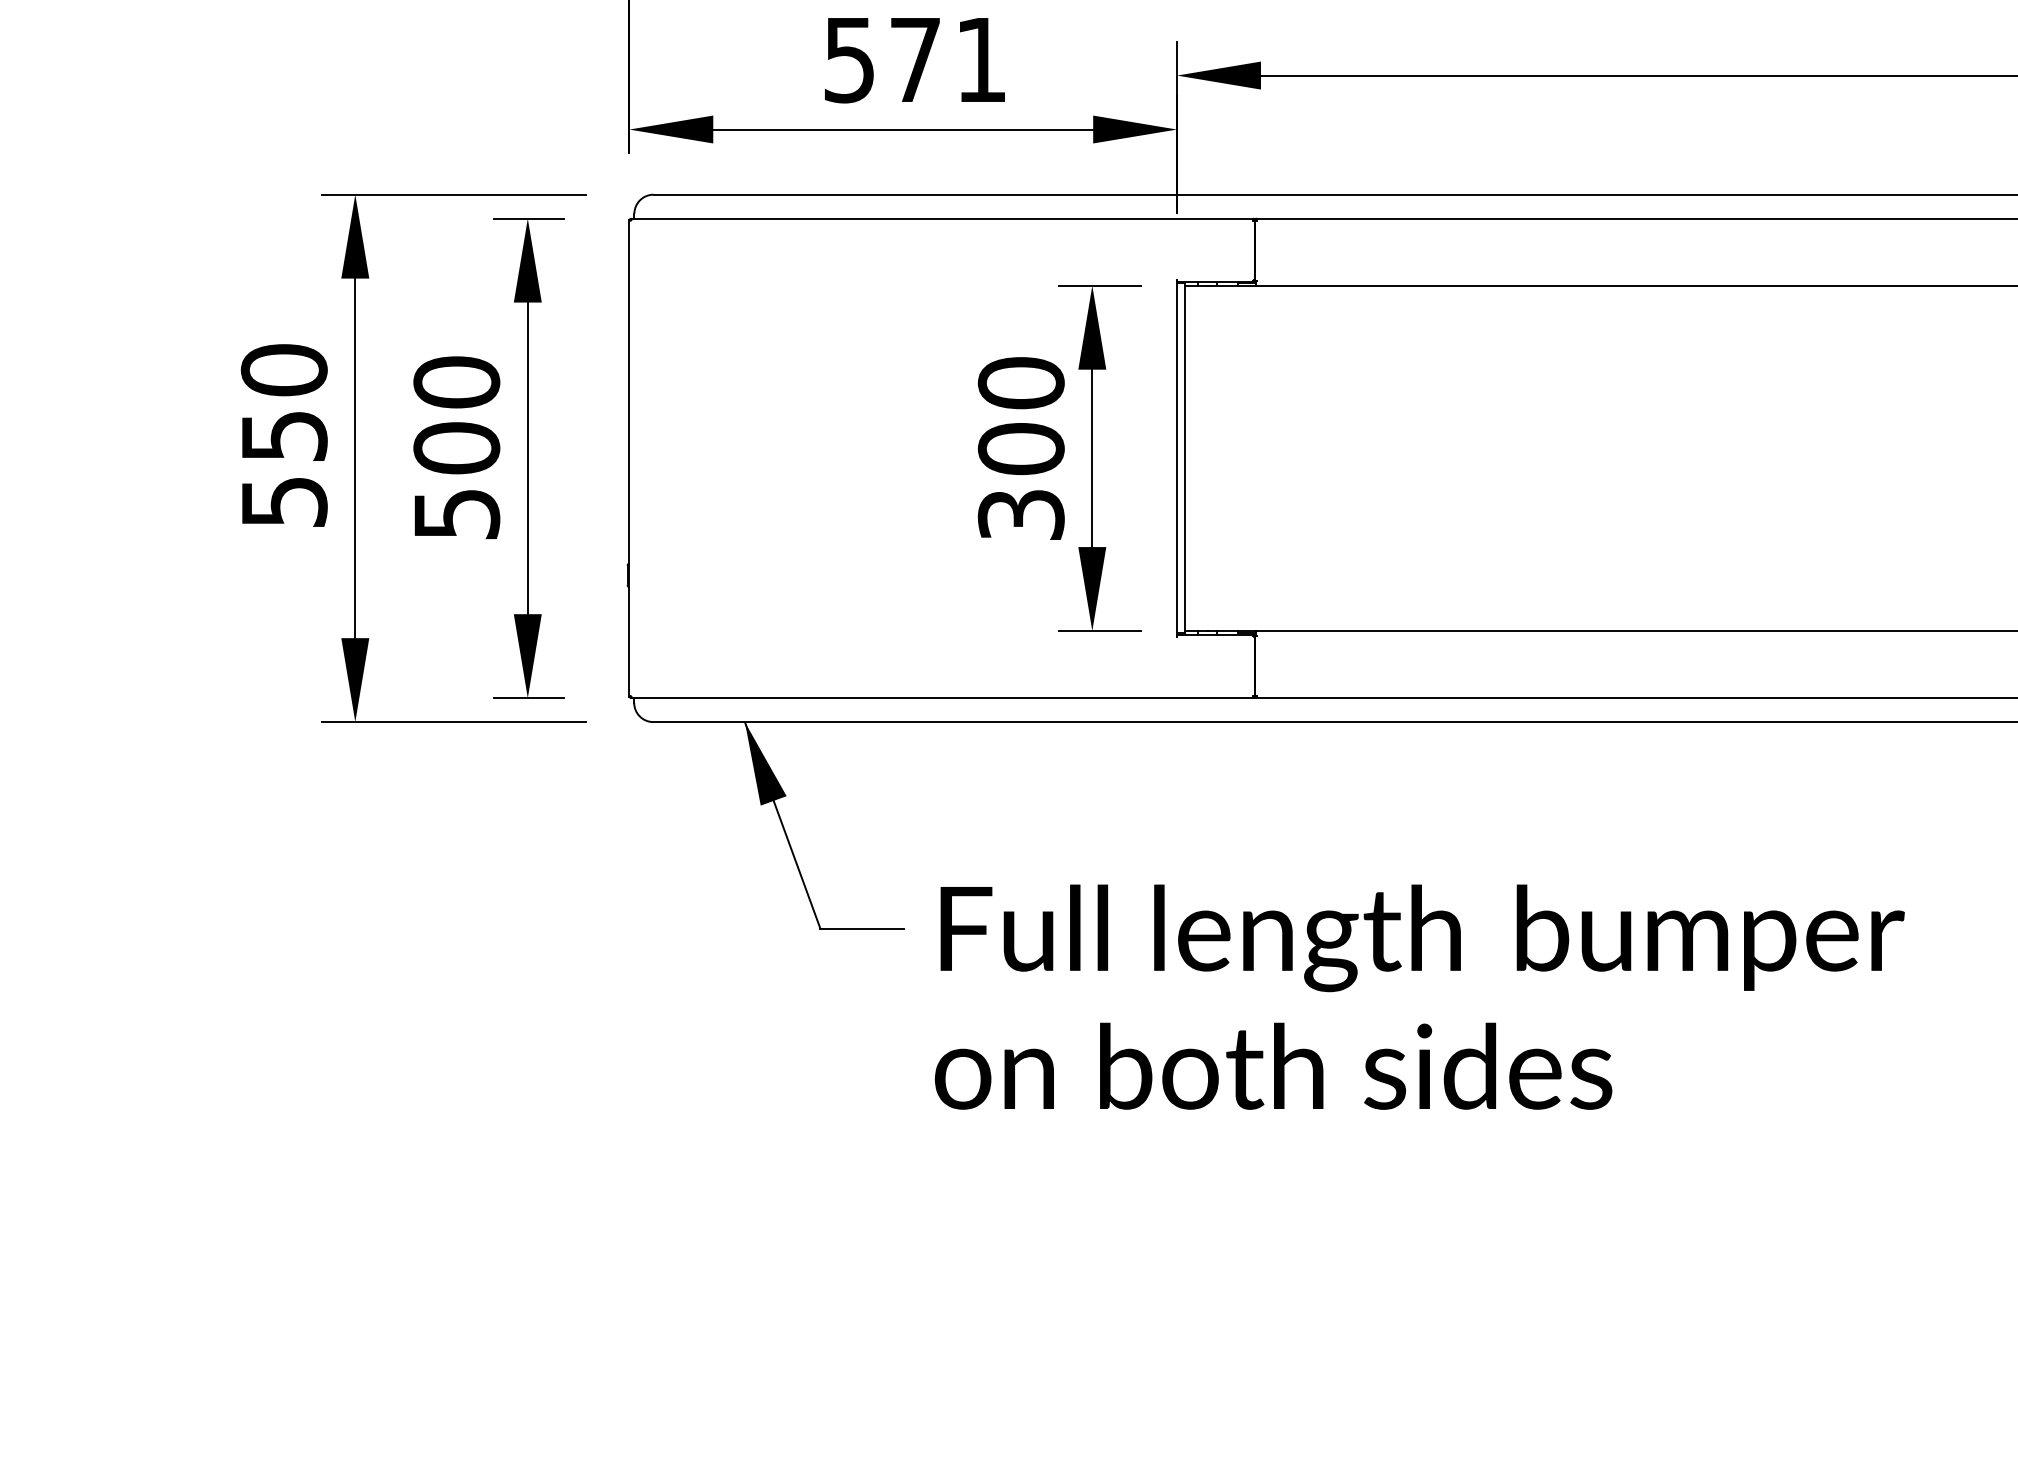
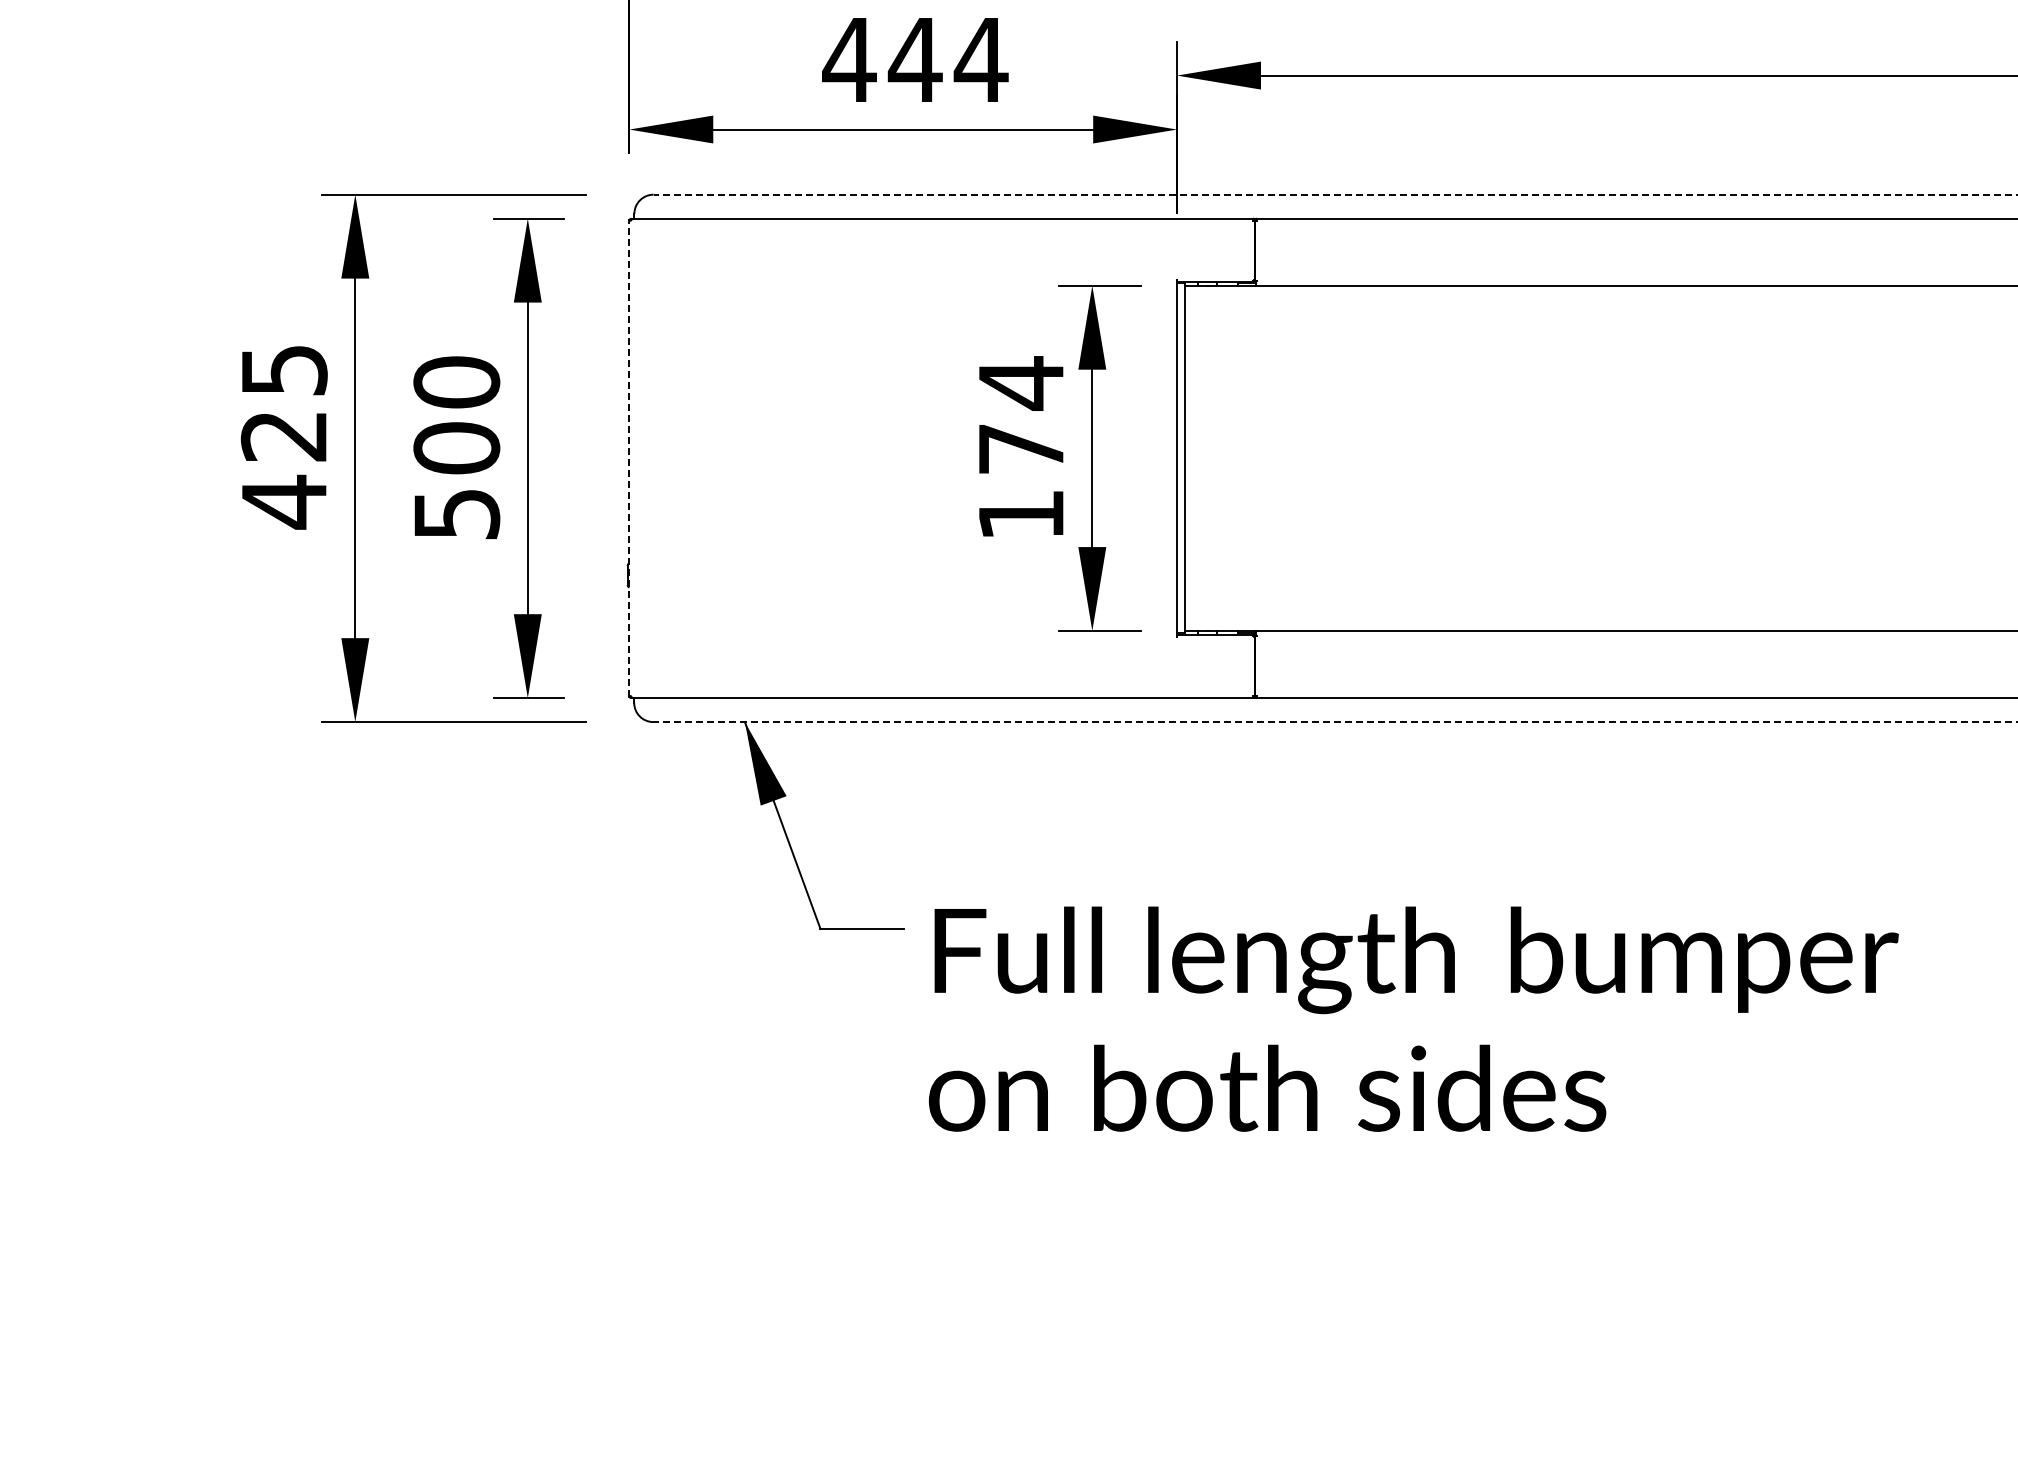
text at (915, 60): 571 -> 444
line at (1335, 194): solid -> dashed
text at (283, 436): 550 -> 425
text at (1020, 447): 300 -> 174
line at (629, 457): solid -> dashed
line at (1335, 722): solid -> dashed
text at (1419, 996) position: (1419, 996) -> (1413, 1018)
